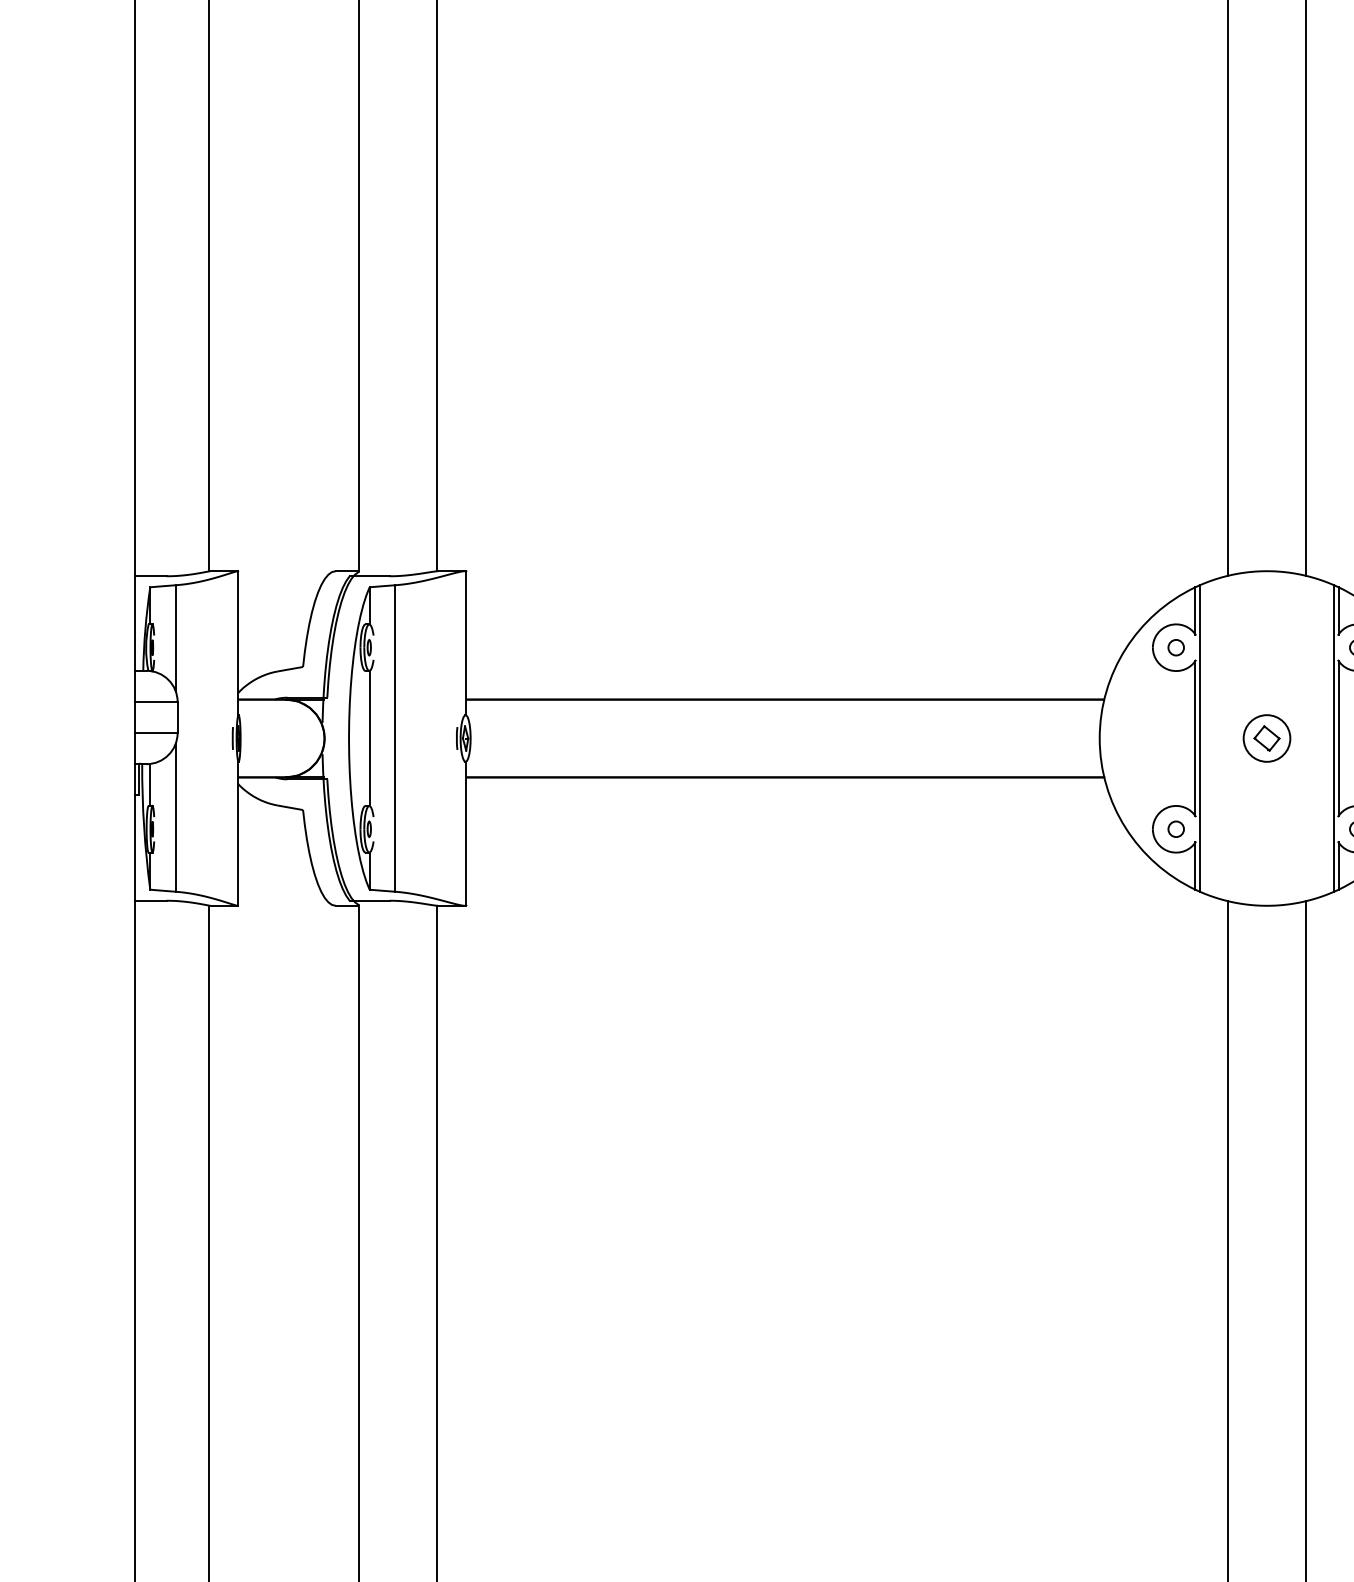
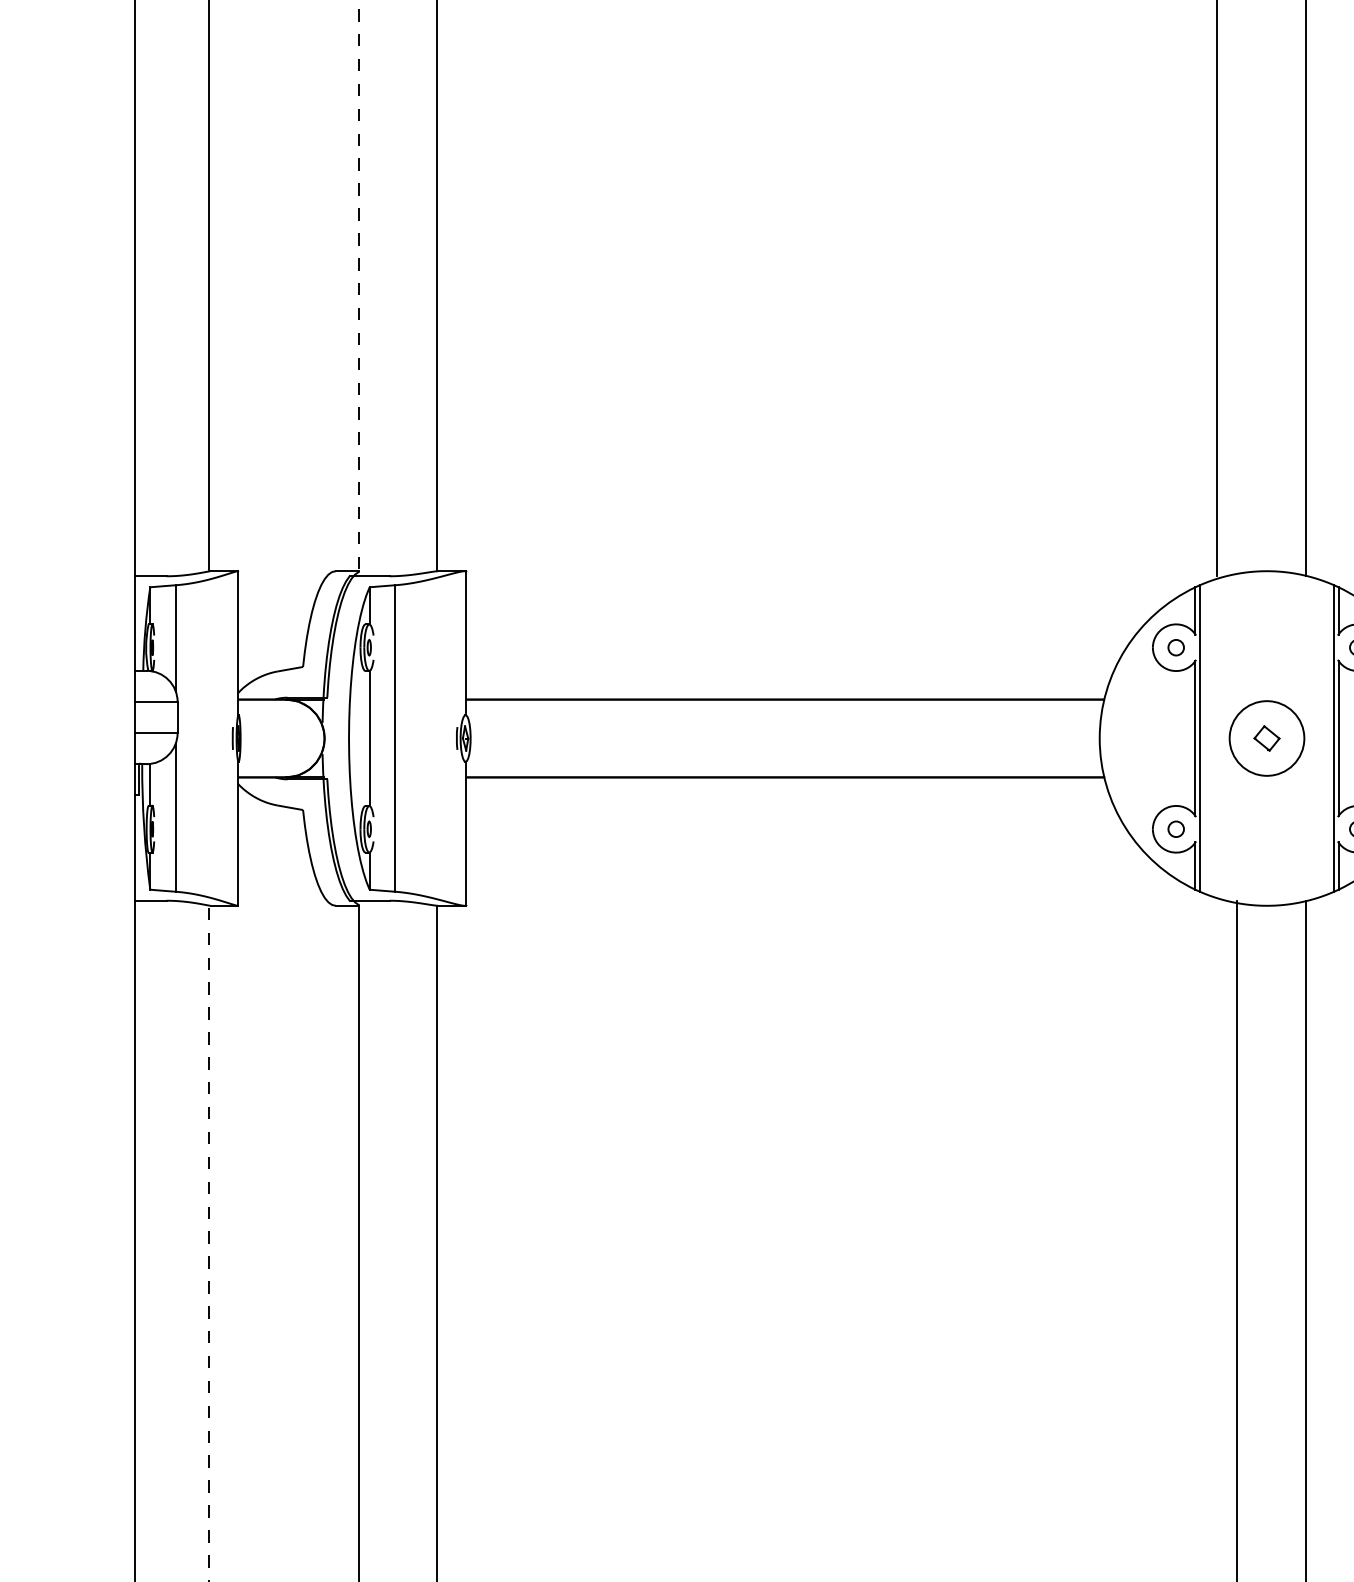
line at (359, 286): solid -> dashed
line at (1228, 288) position: (1228, 288) -> (1217, 288)
circle at (1266, 738) diameter: 47 px -> 75 px
line at (1228, 1239) position: (1228, 1239) -> (1237, 1239)
line at (208, 1243): solid -> dashed
